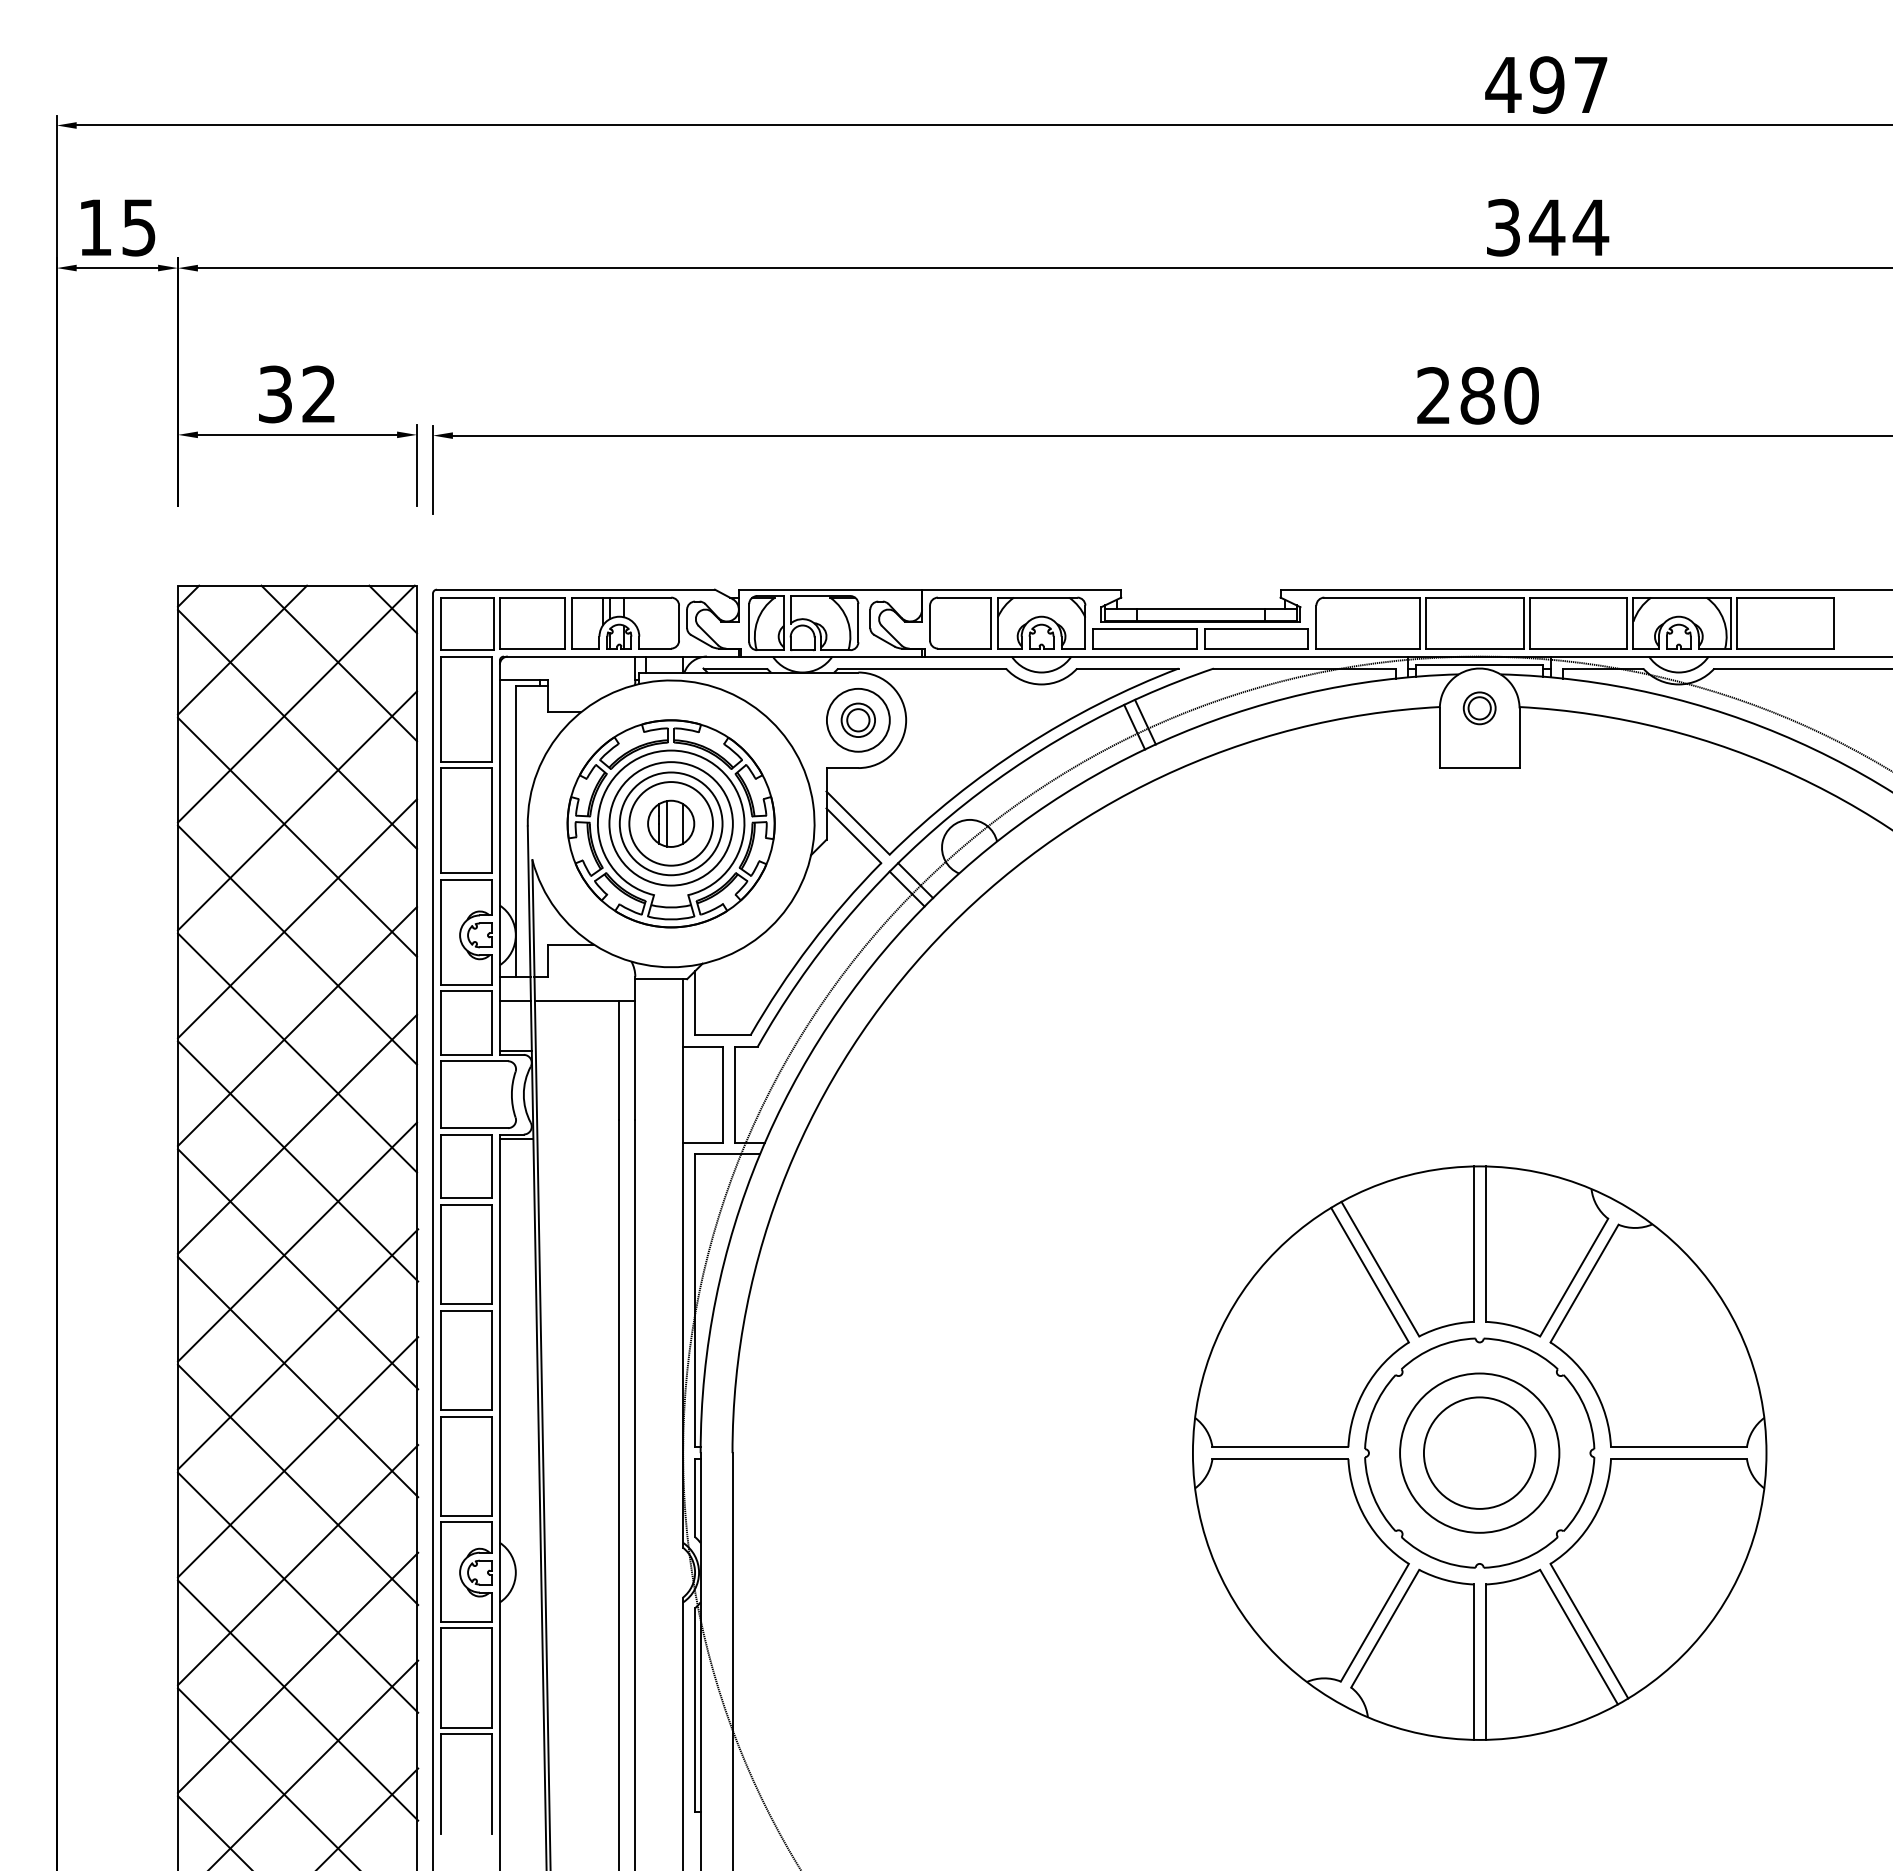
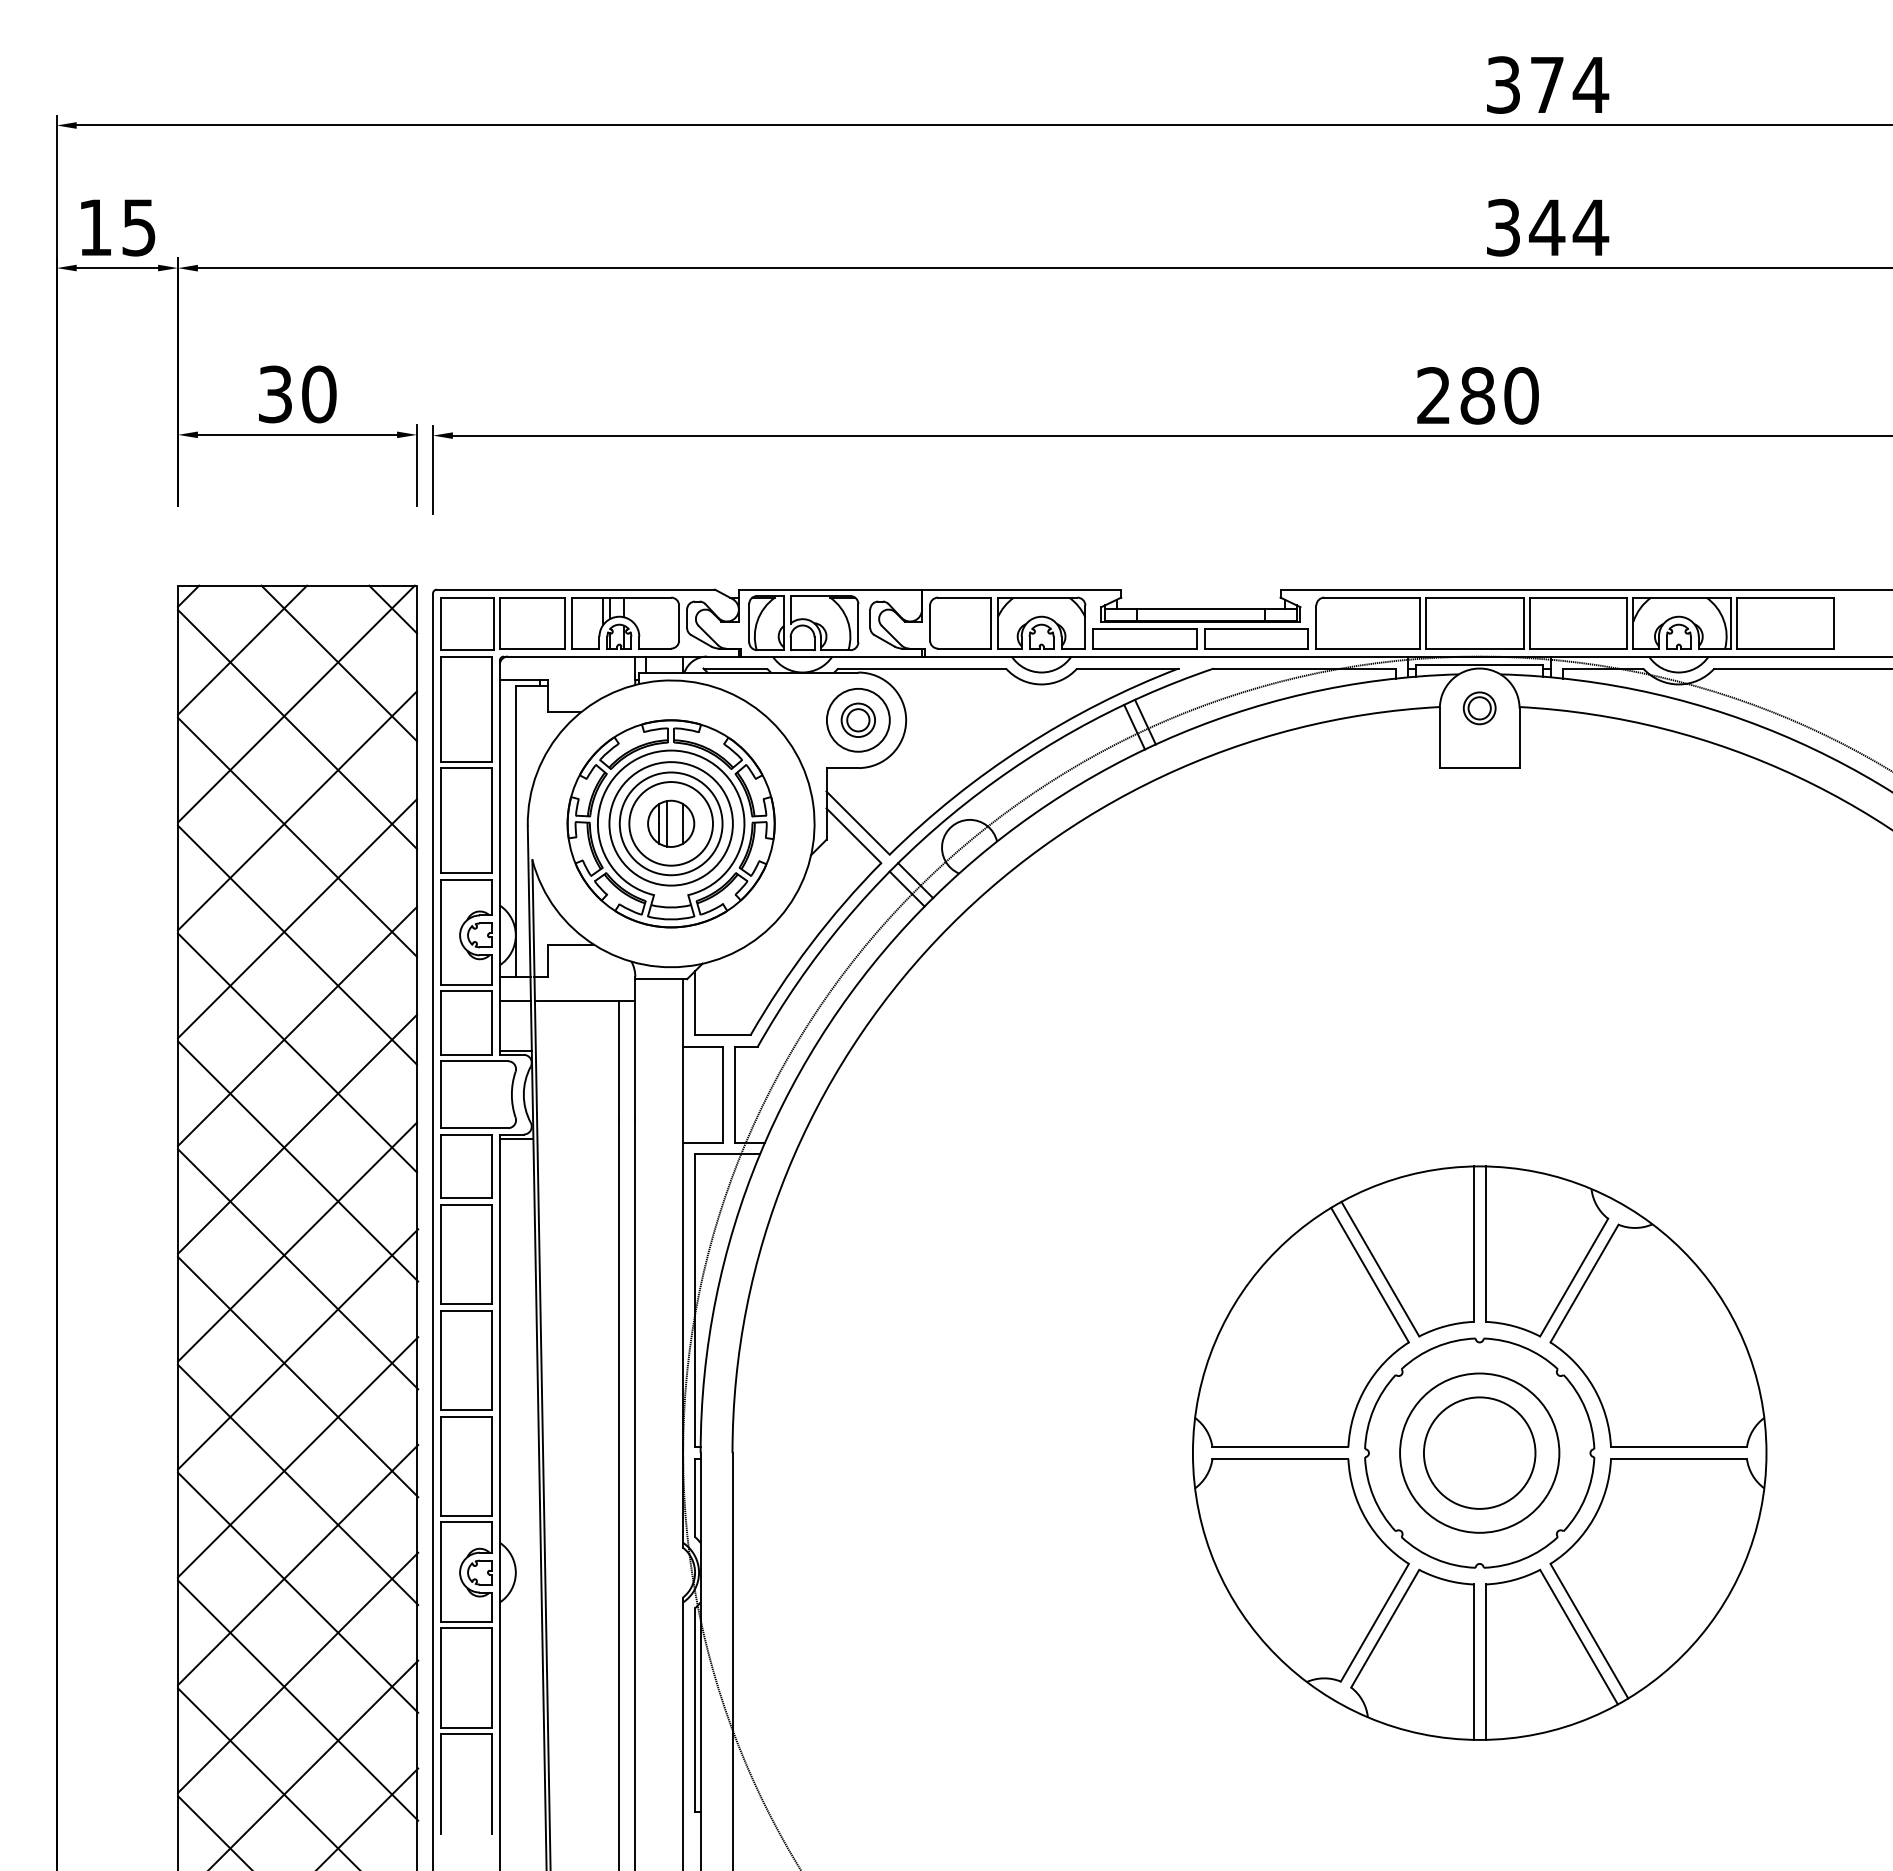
text at (1547, 84): 497 -> 374
text at (319, 394): 32 -> 30
